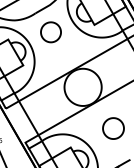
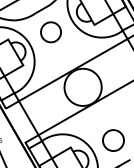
part at (113, 128) position: (113, 128) -> (113, 140)
